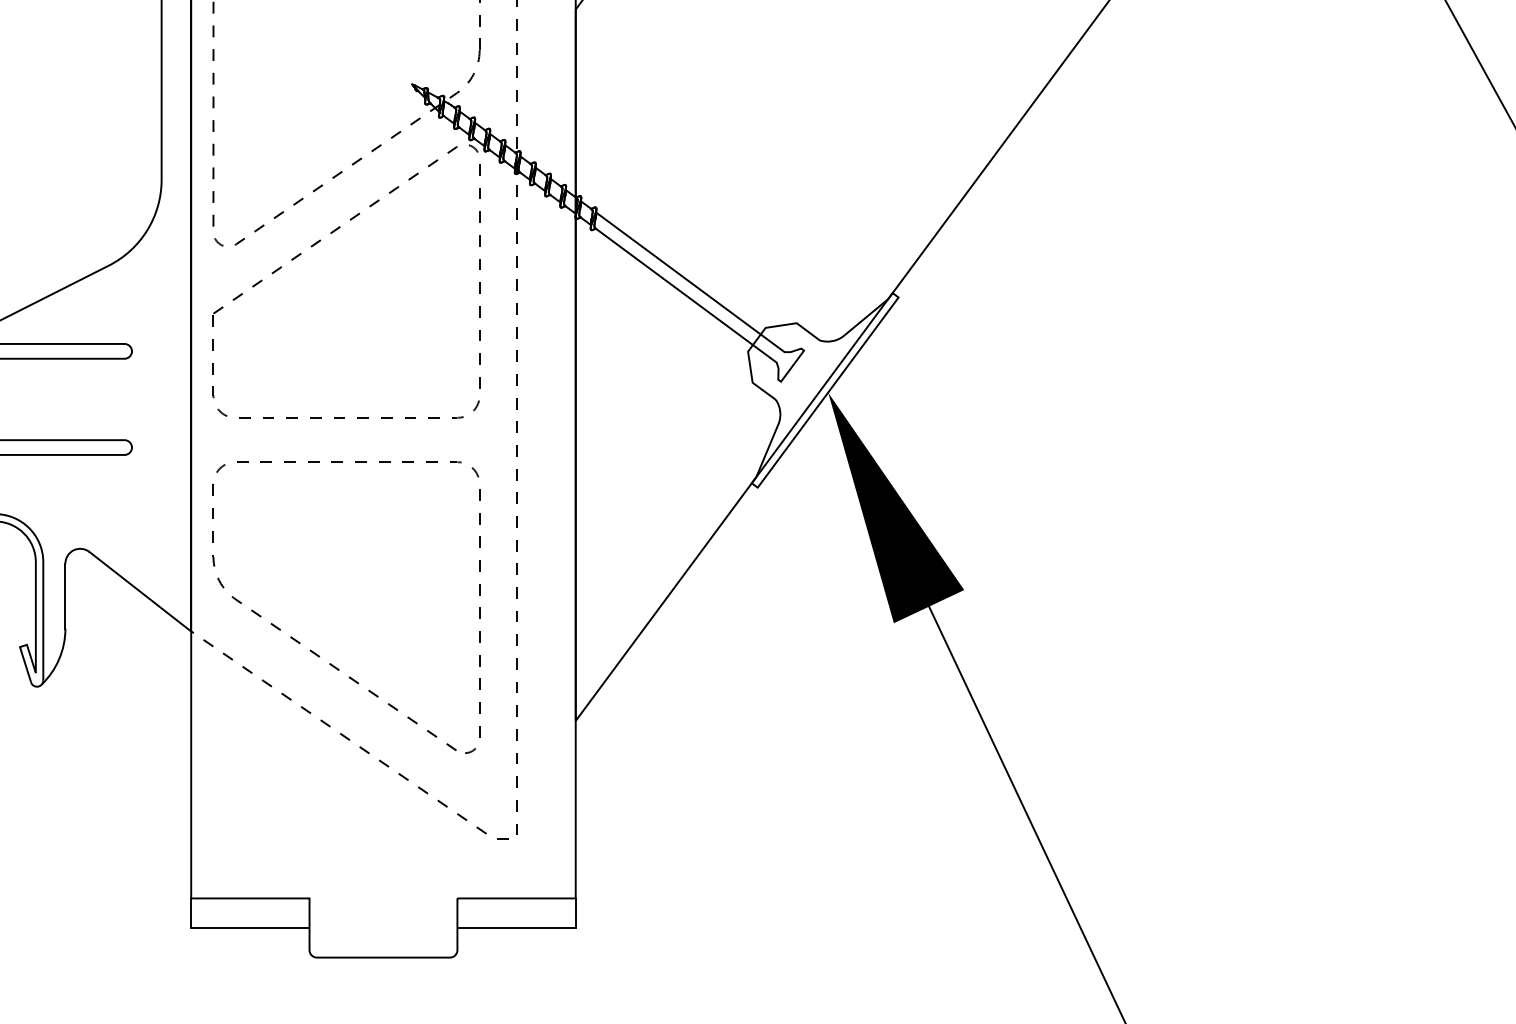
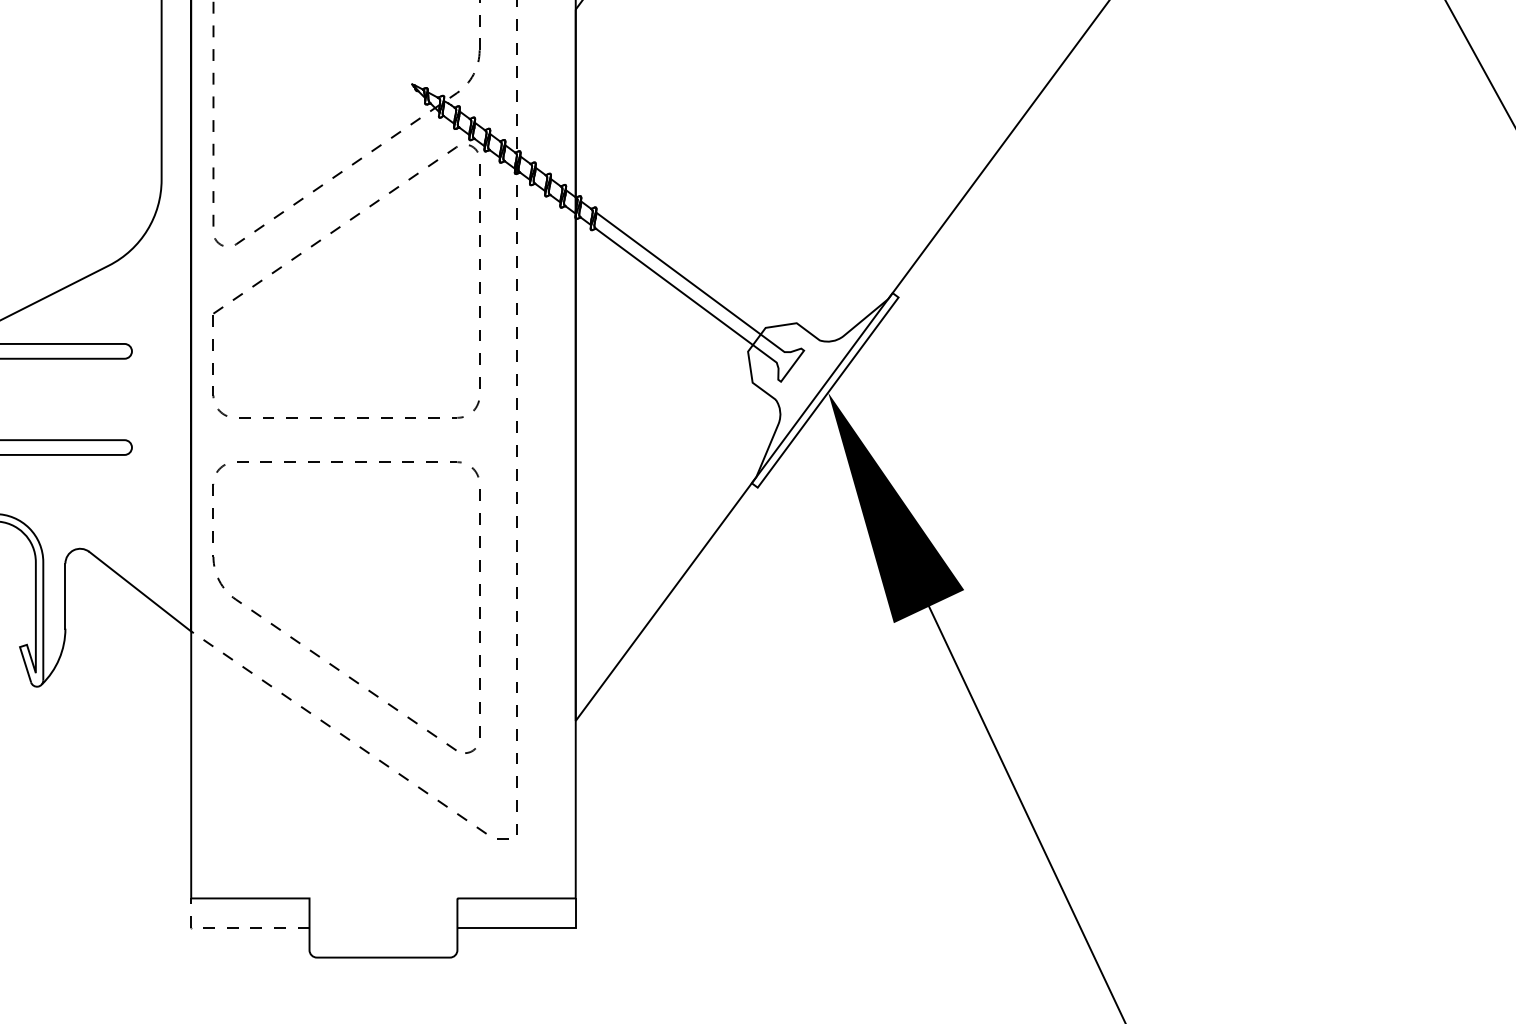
line at (234, 928): solid -> dashed
